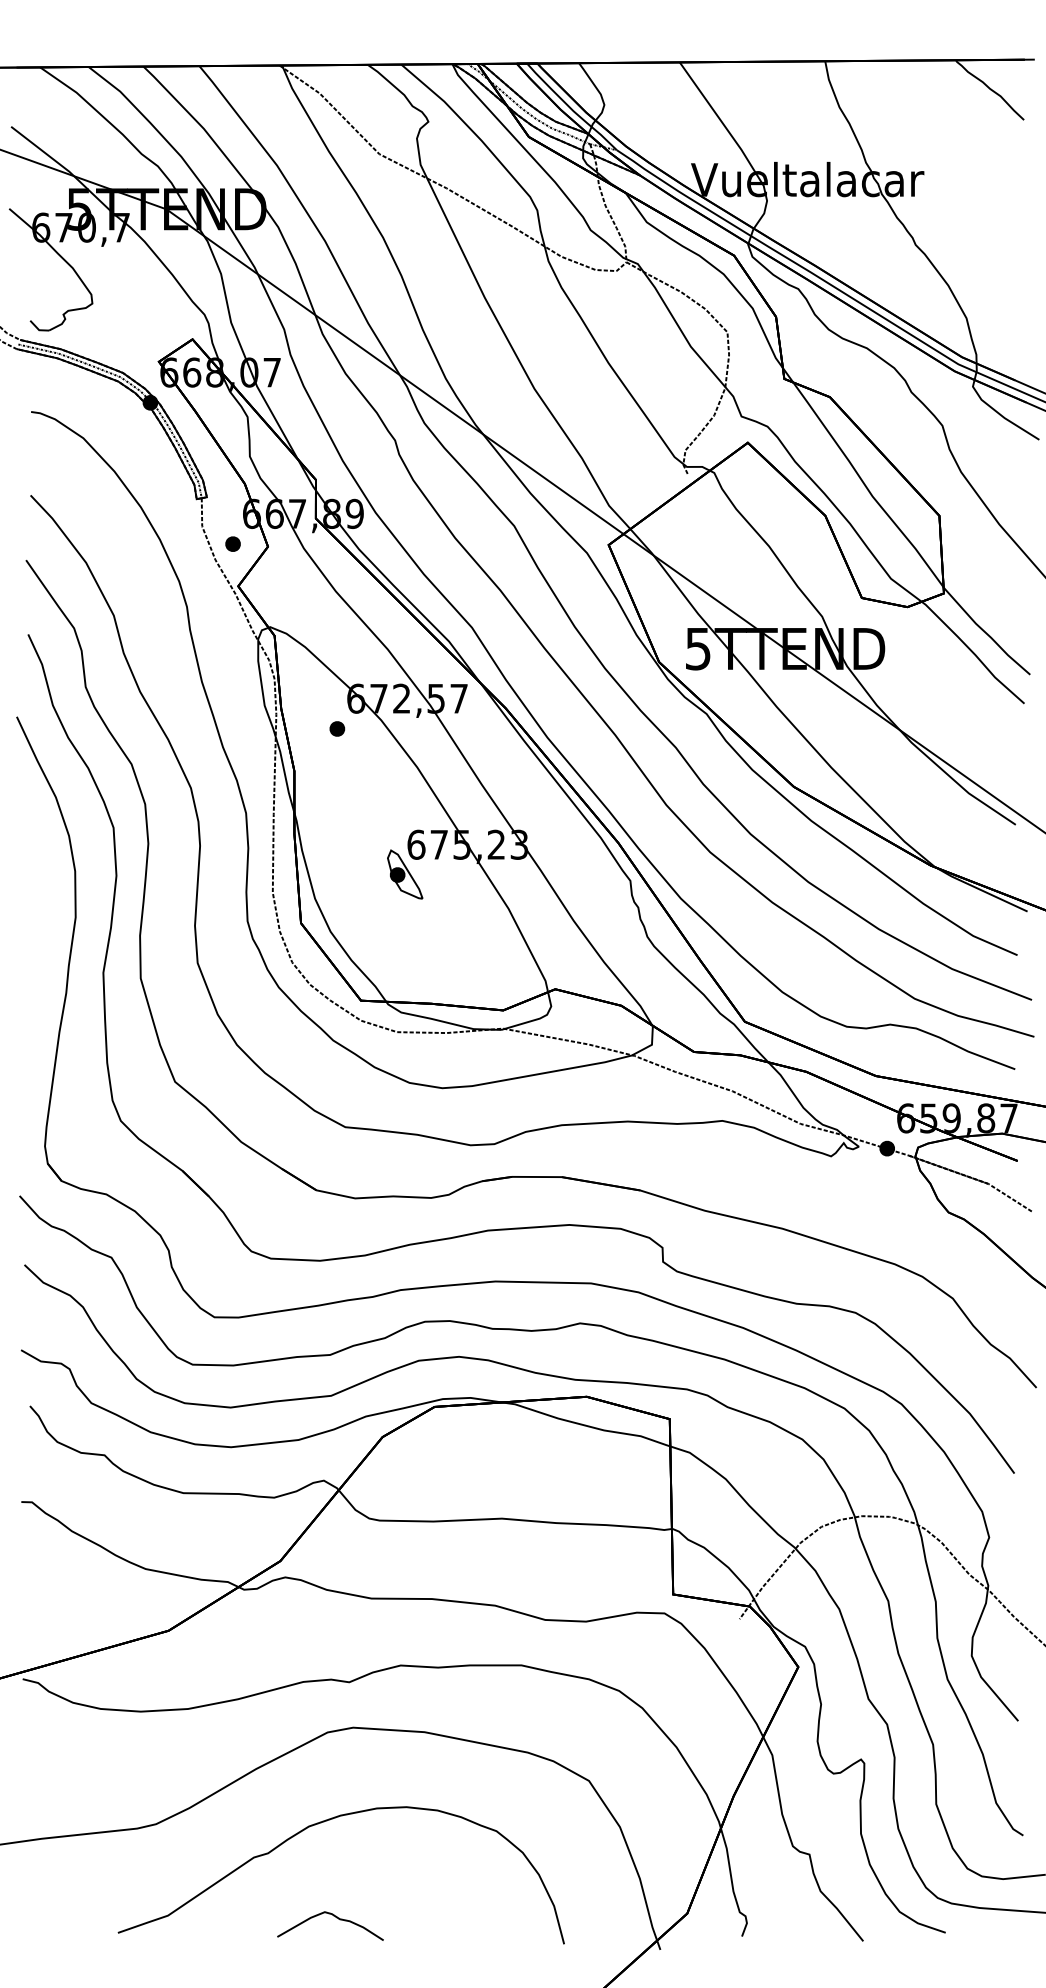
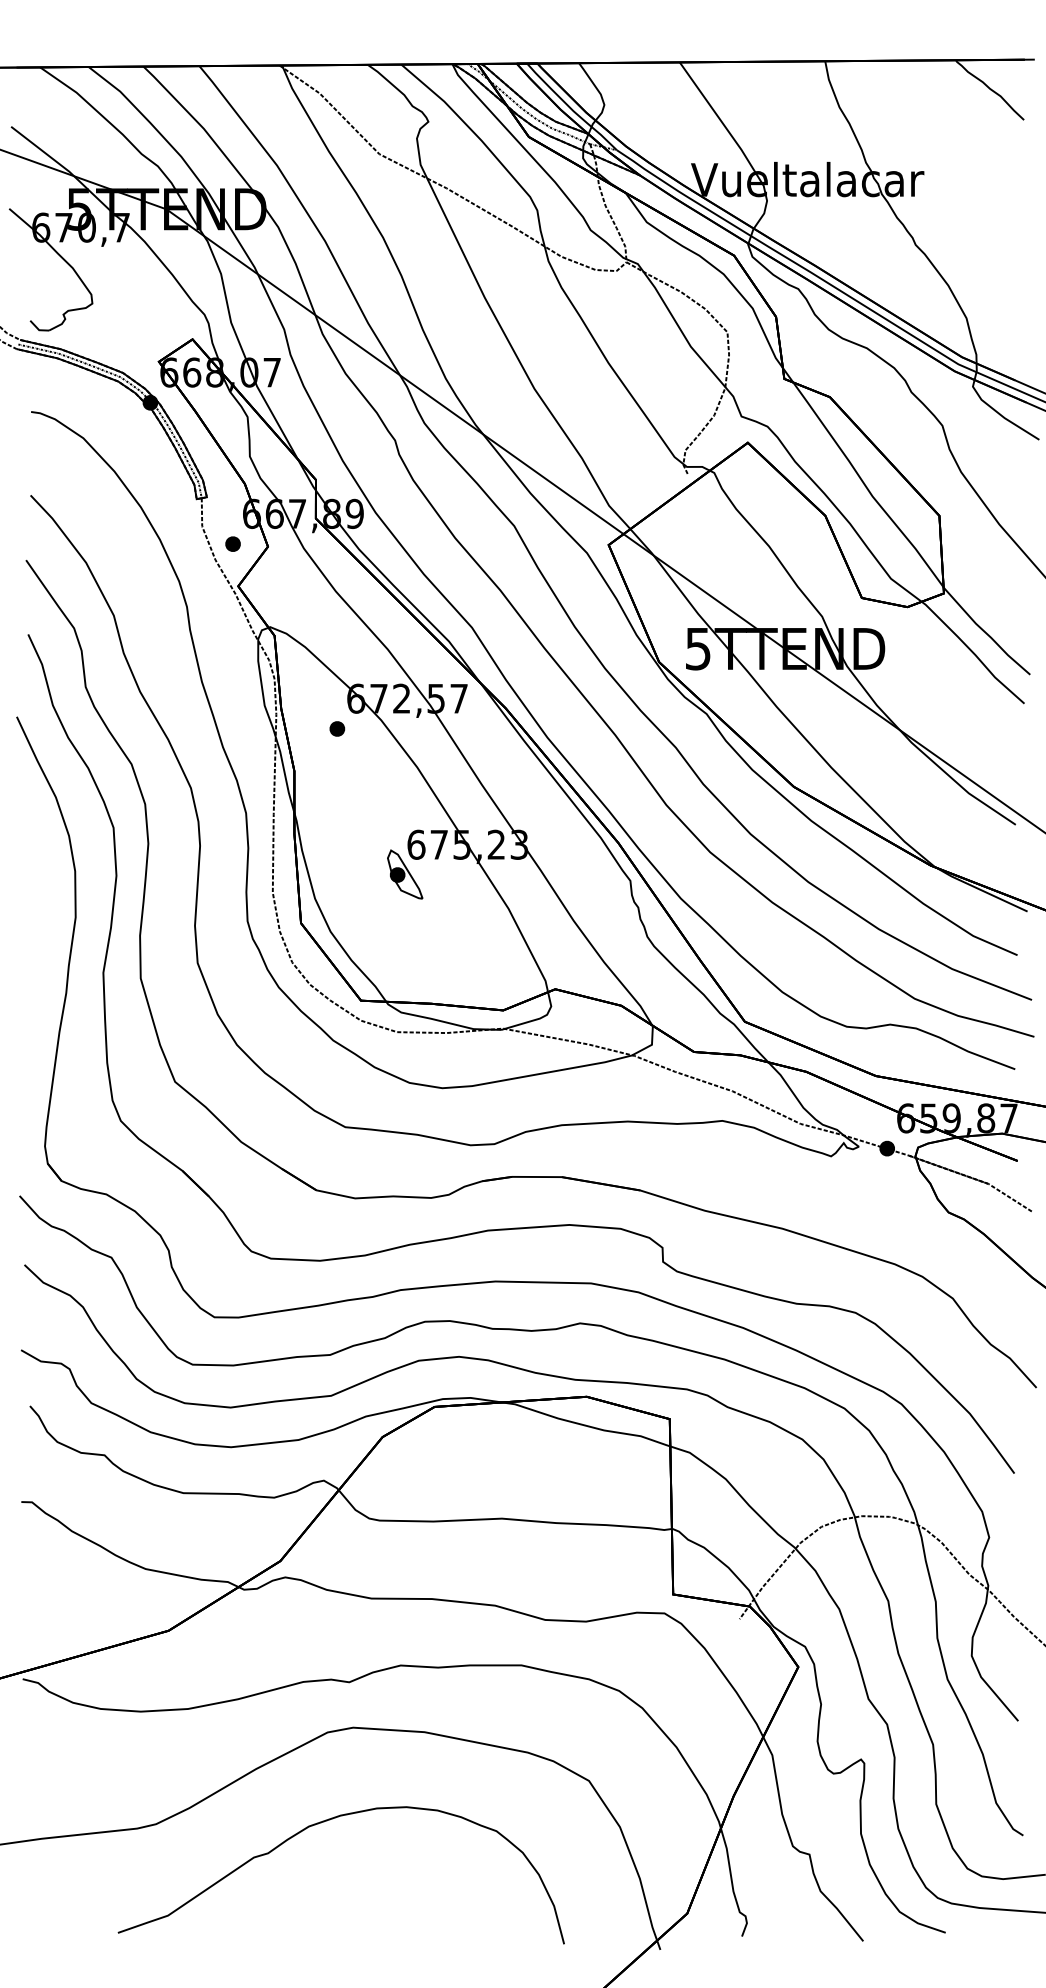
part at (336, 1918): present -> none
